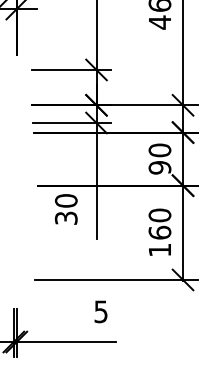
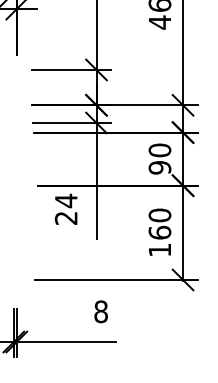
text at (66, 208): 30 -> 24
text at (100, 311): 5 -> 8
